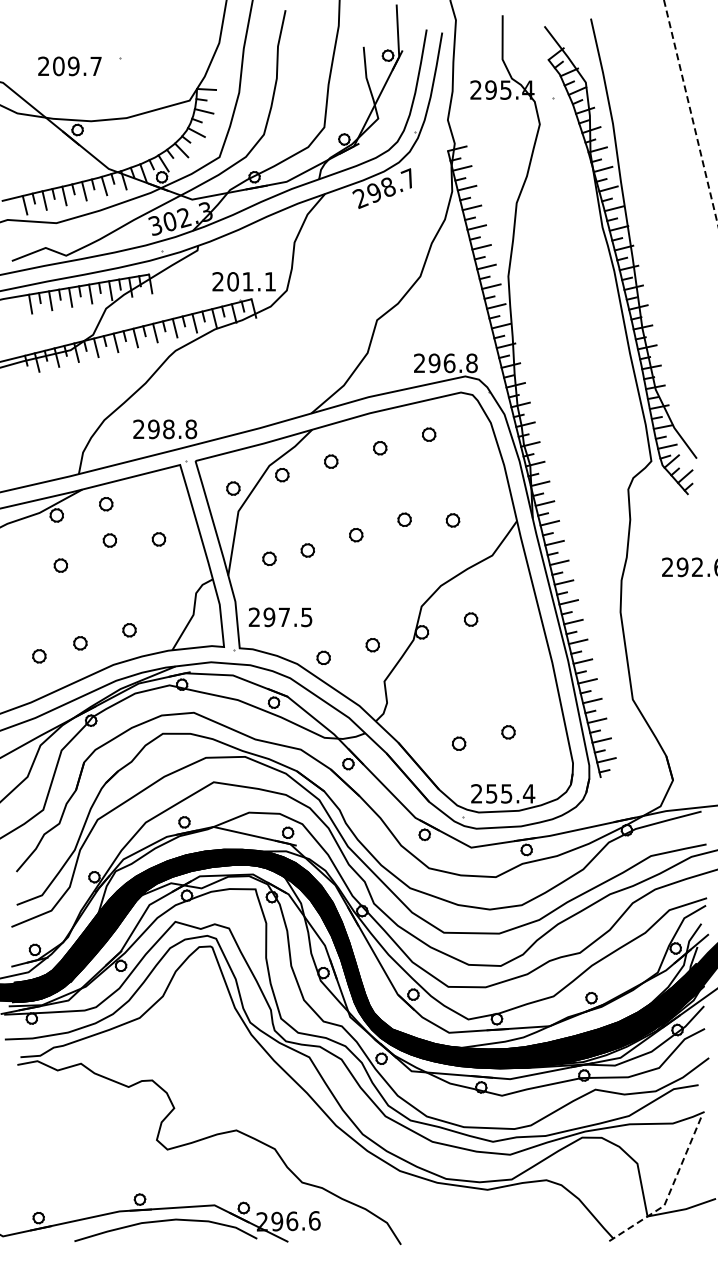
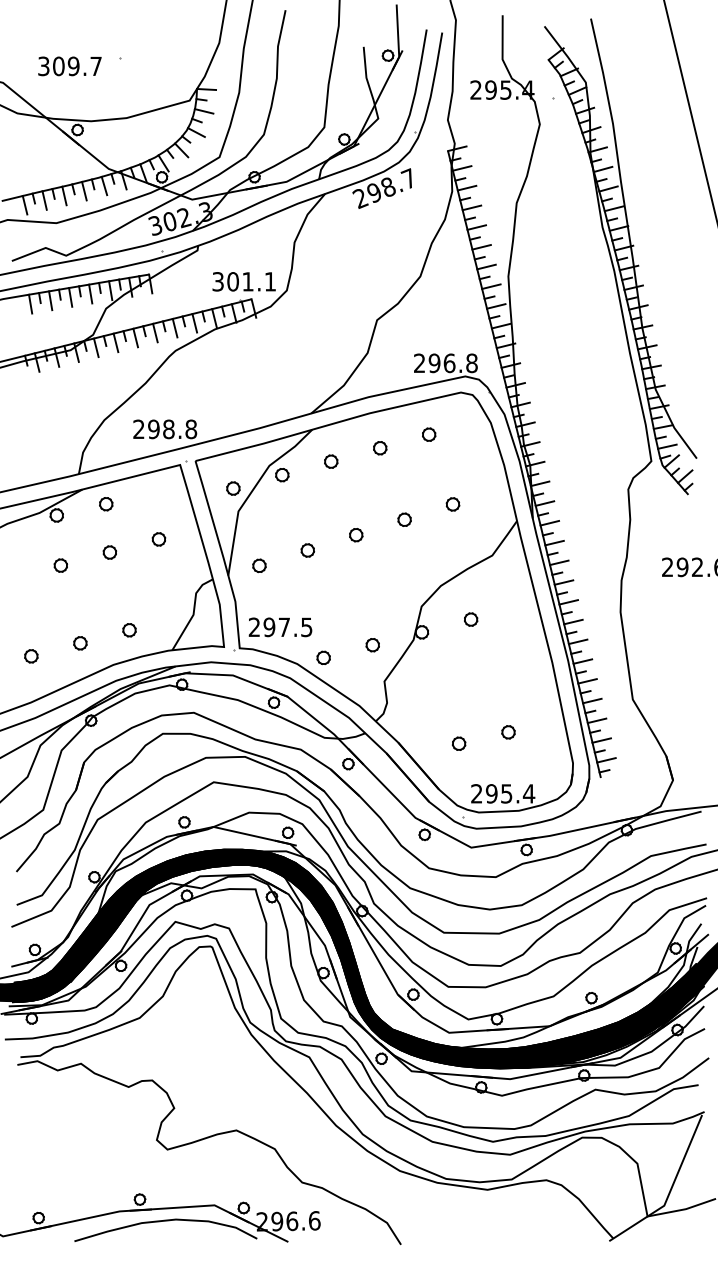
text at (43, 66): 209.7 -> 309.7
line at (690, 112): dashed -> solid
text at (217, 281): 201.1 -> 301.1
part at (452, 520) position: (452, 520) -> (452, 504)
part at (109, 540) position: (109, 540) -> (109, 552)
part at (269, 558) position: (269, 558) -> (259, 565)
text at (280, 617) position: (280, 617) -> (280, 627)
part at (39, 656) position: (39, 656) -> (31, 656)
text at (491, 793): 255.4 -> 295.4
line at (670, 1191): dashed -> solid
